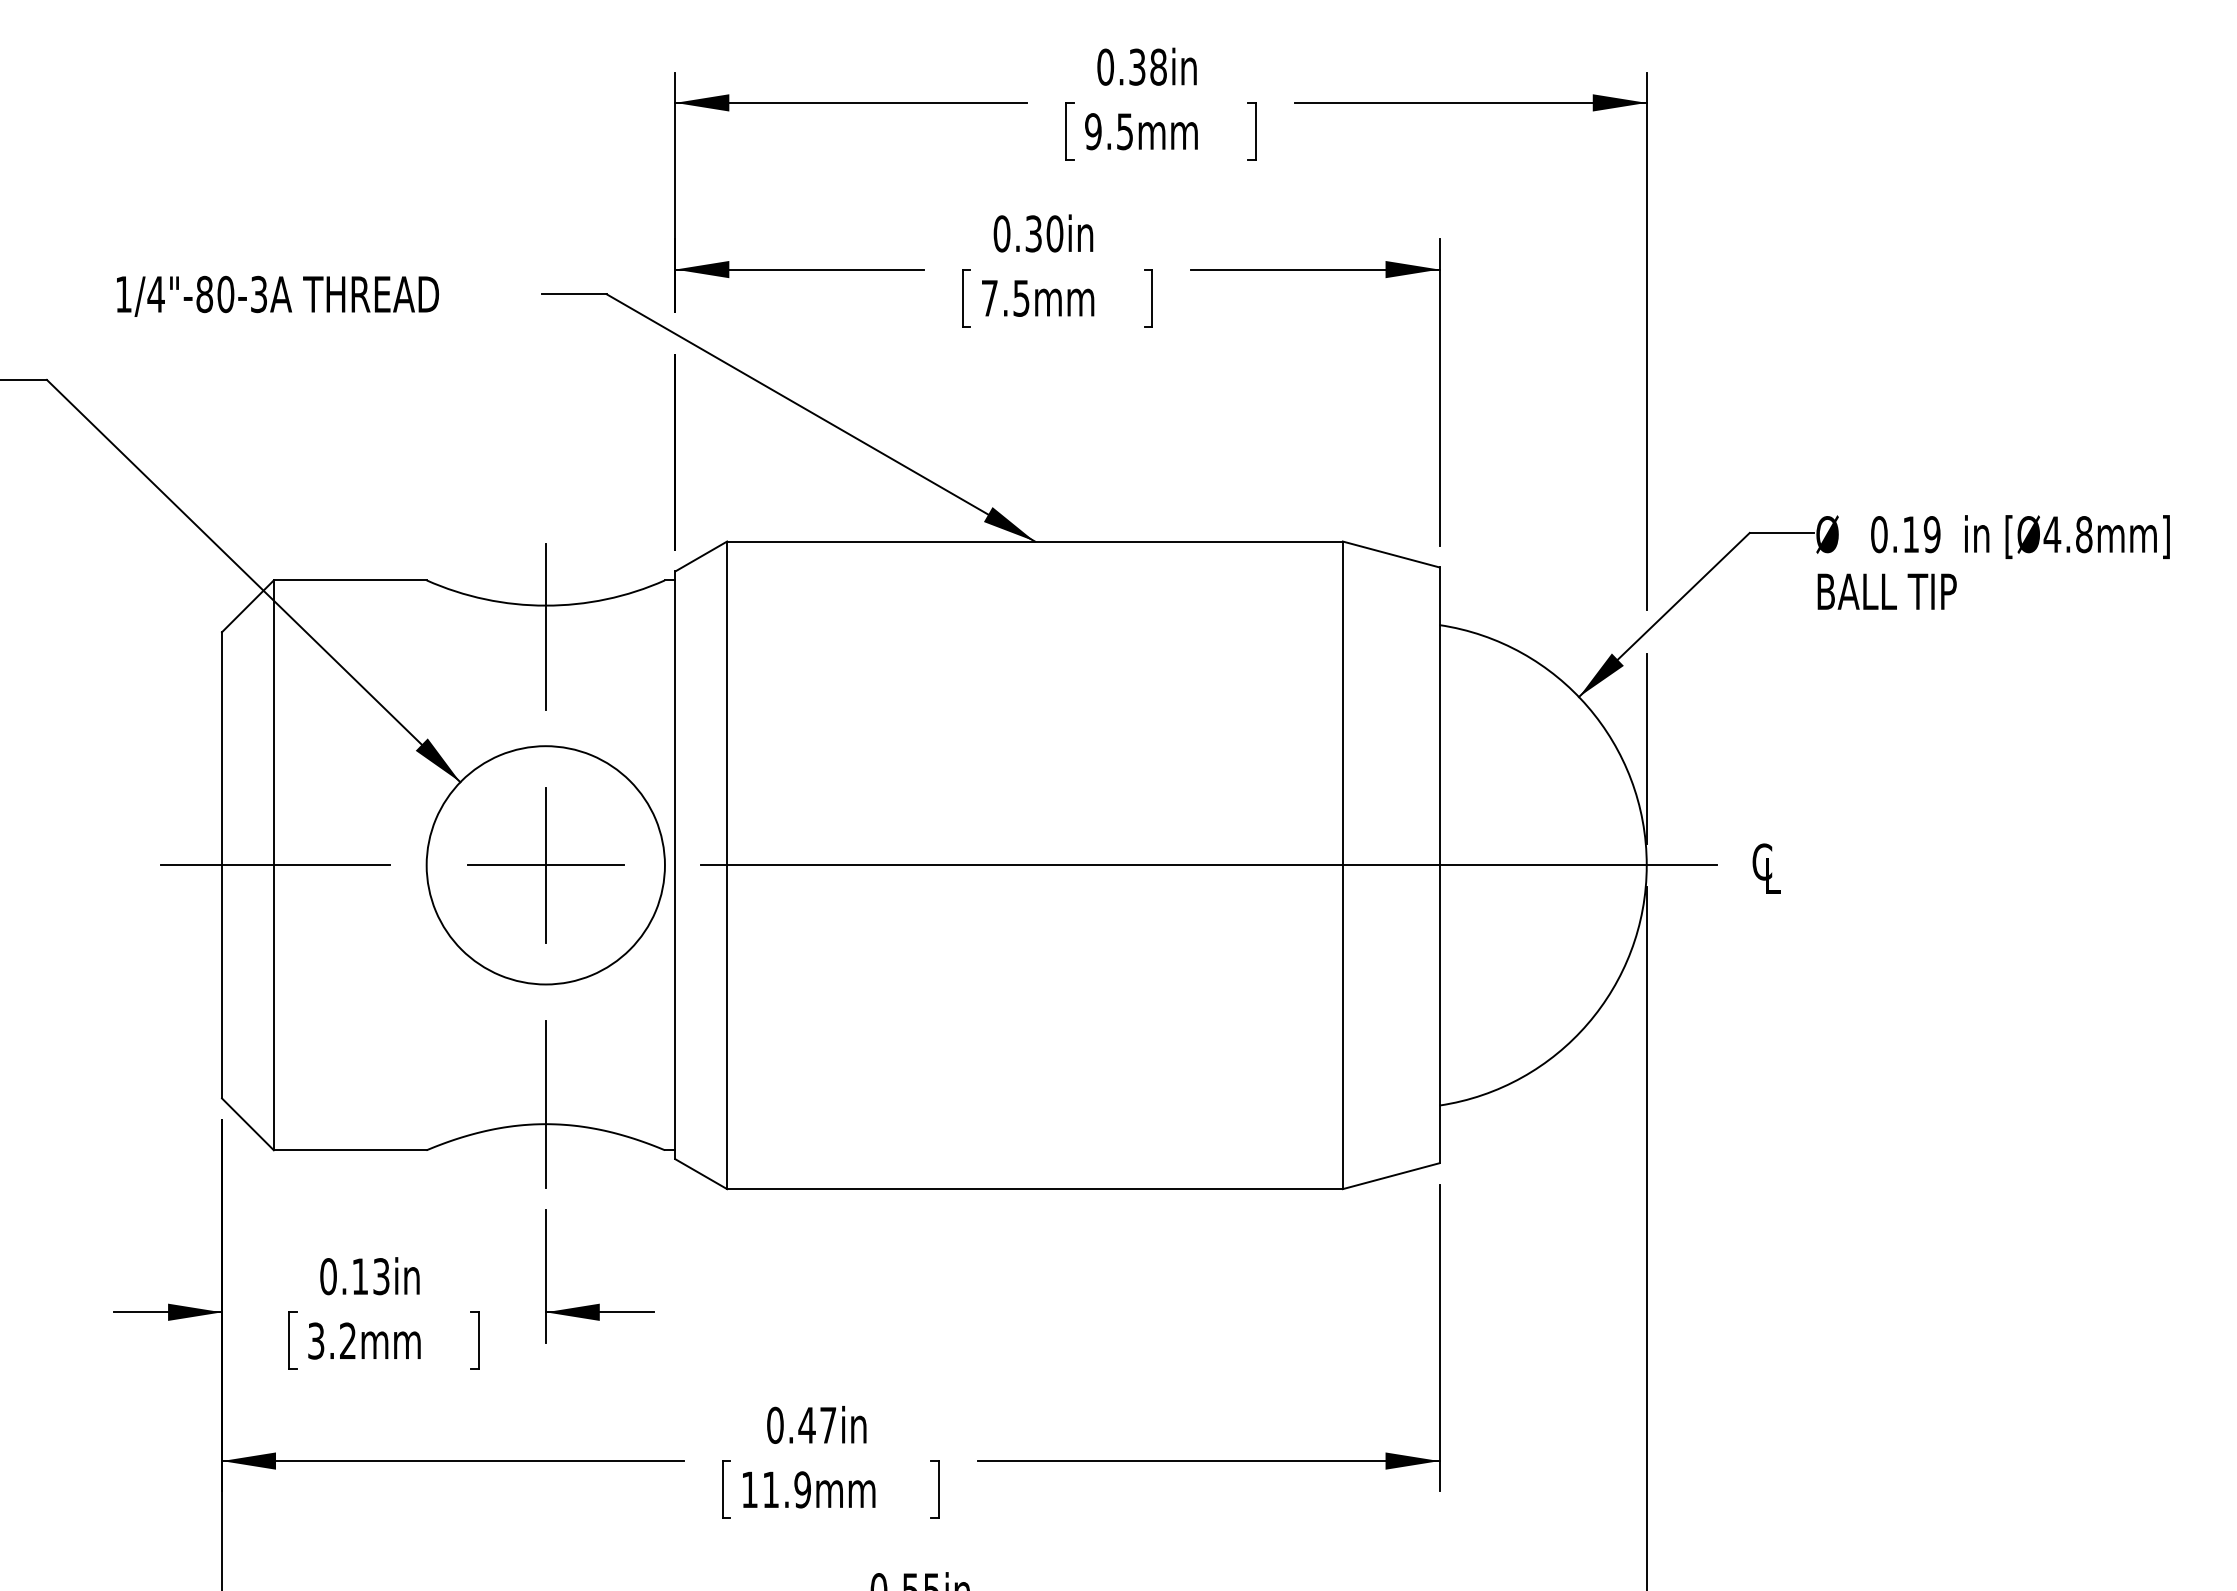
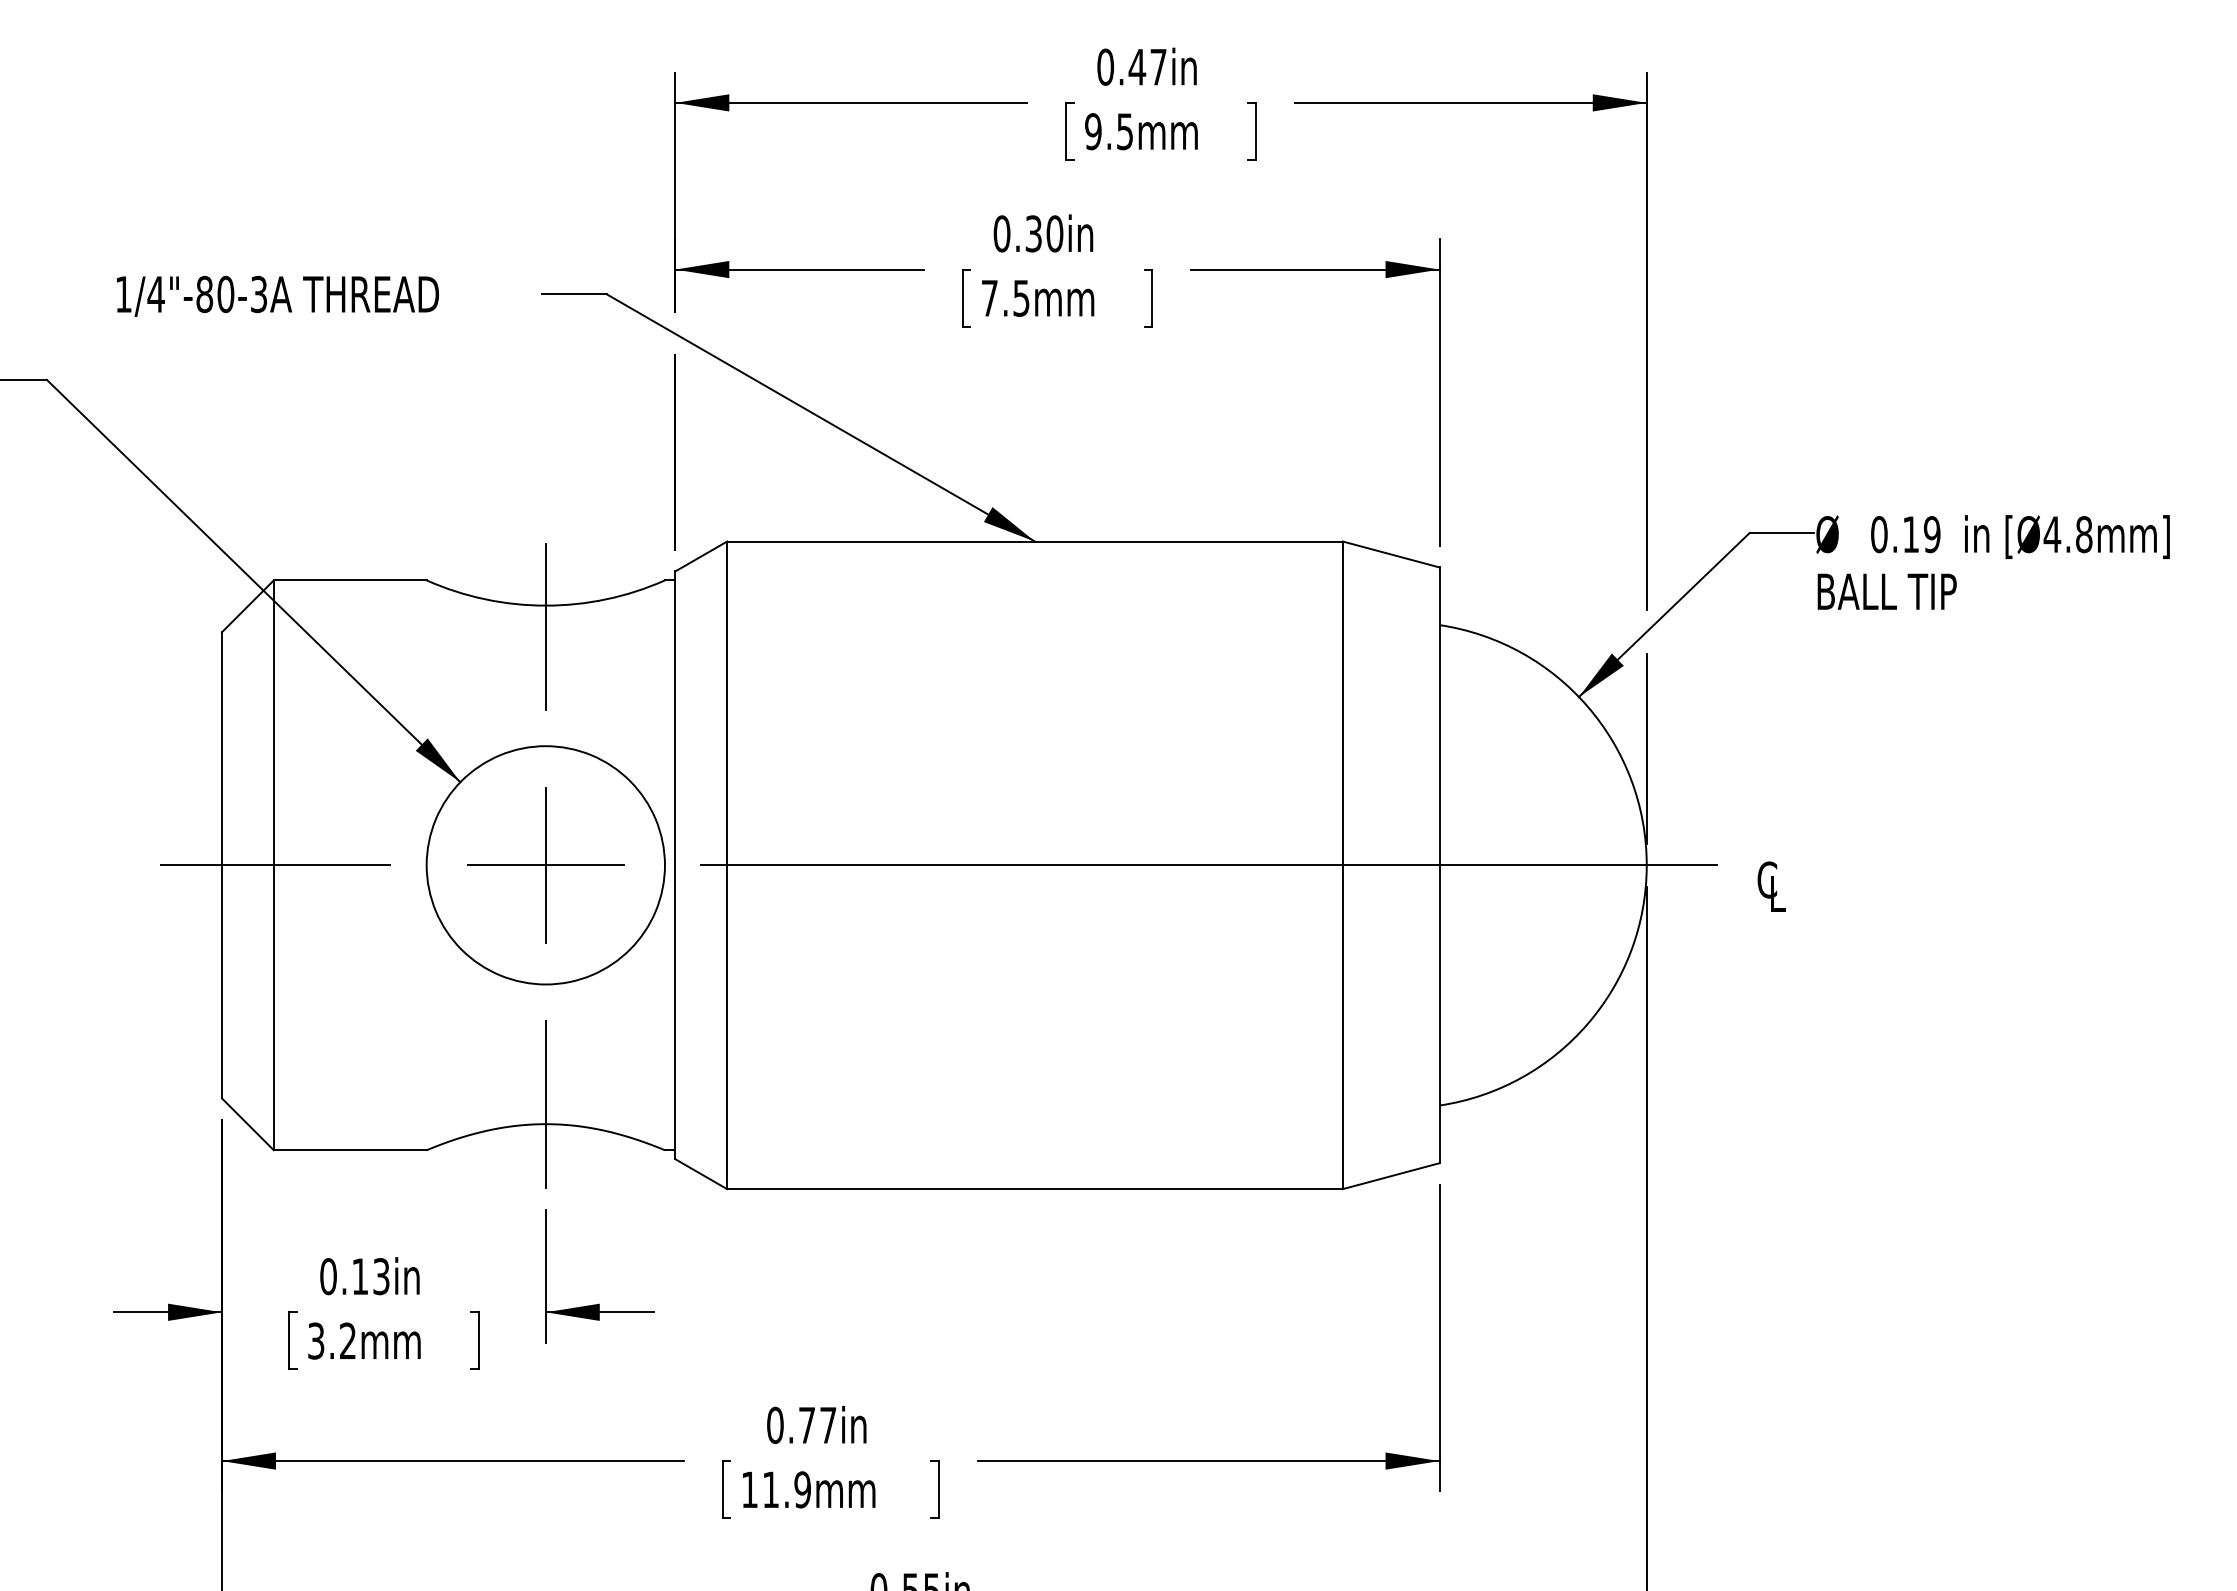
text at (1147, 66): 0.38in -> 0.47in
text at (1766, 868) position: (1766, 868) -> (1771, 886)
text at (806, 1425): 0.47in -> 0.77in
